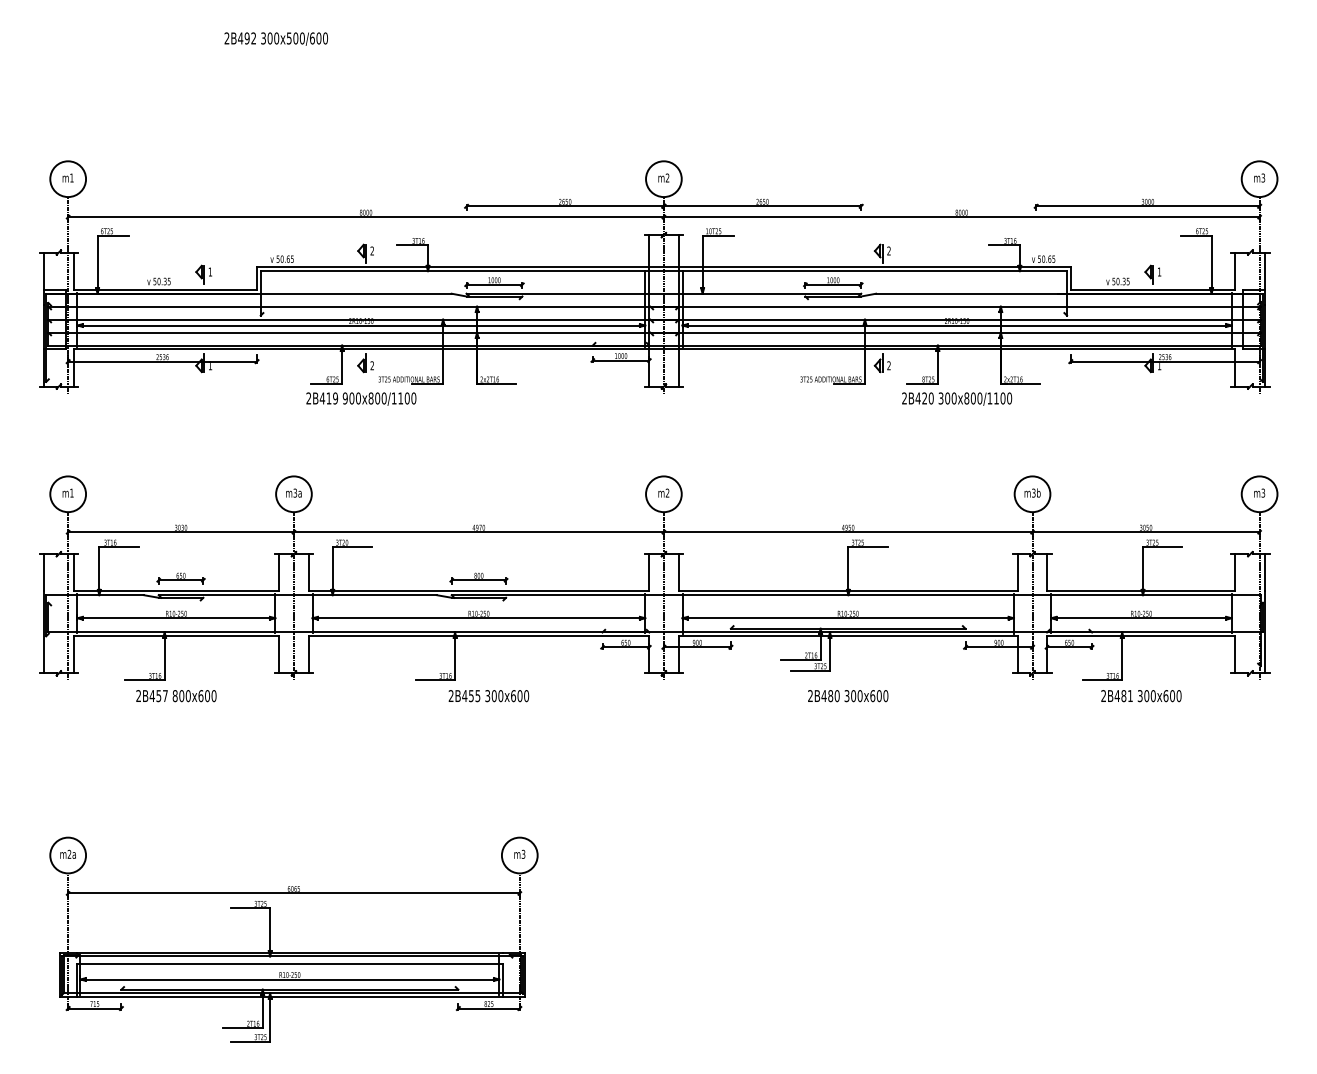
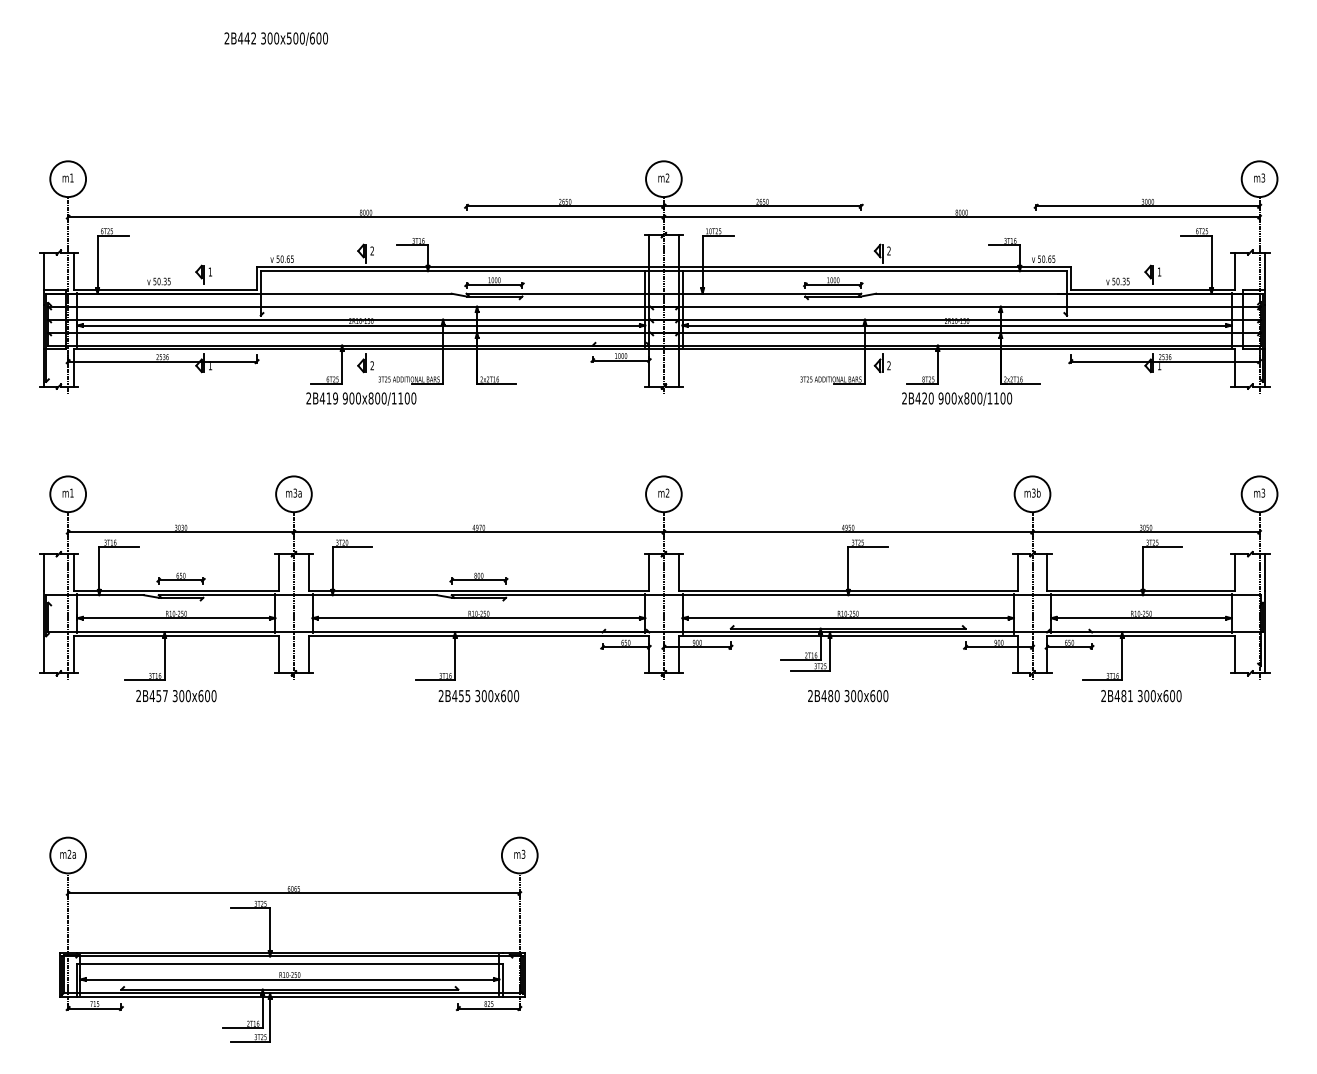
text at (246, 38): 2B492 -> 2B442
text at (940, 398): 300x800/1100 -> 900x800/1100
text at (174, 696): 800x600 -> 300x600
text at (488, 696) position: (488, 696) -> (478, 696)
